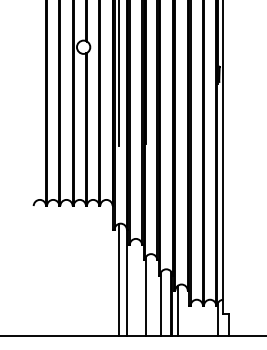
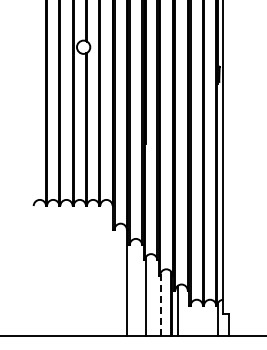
line at (119, 73): present -> none
line at (119, 279): present -> none
line at (160, 305): solid -> dashed
